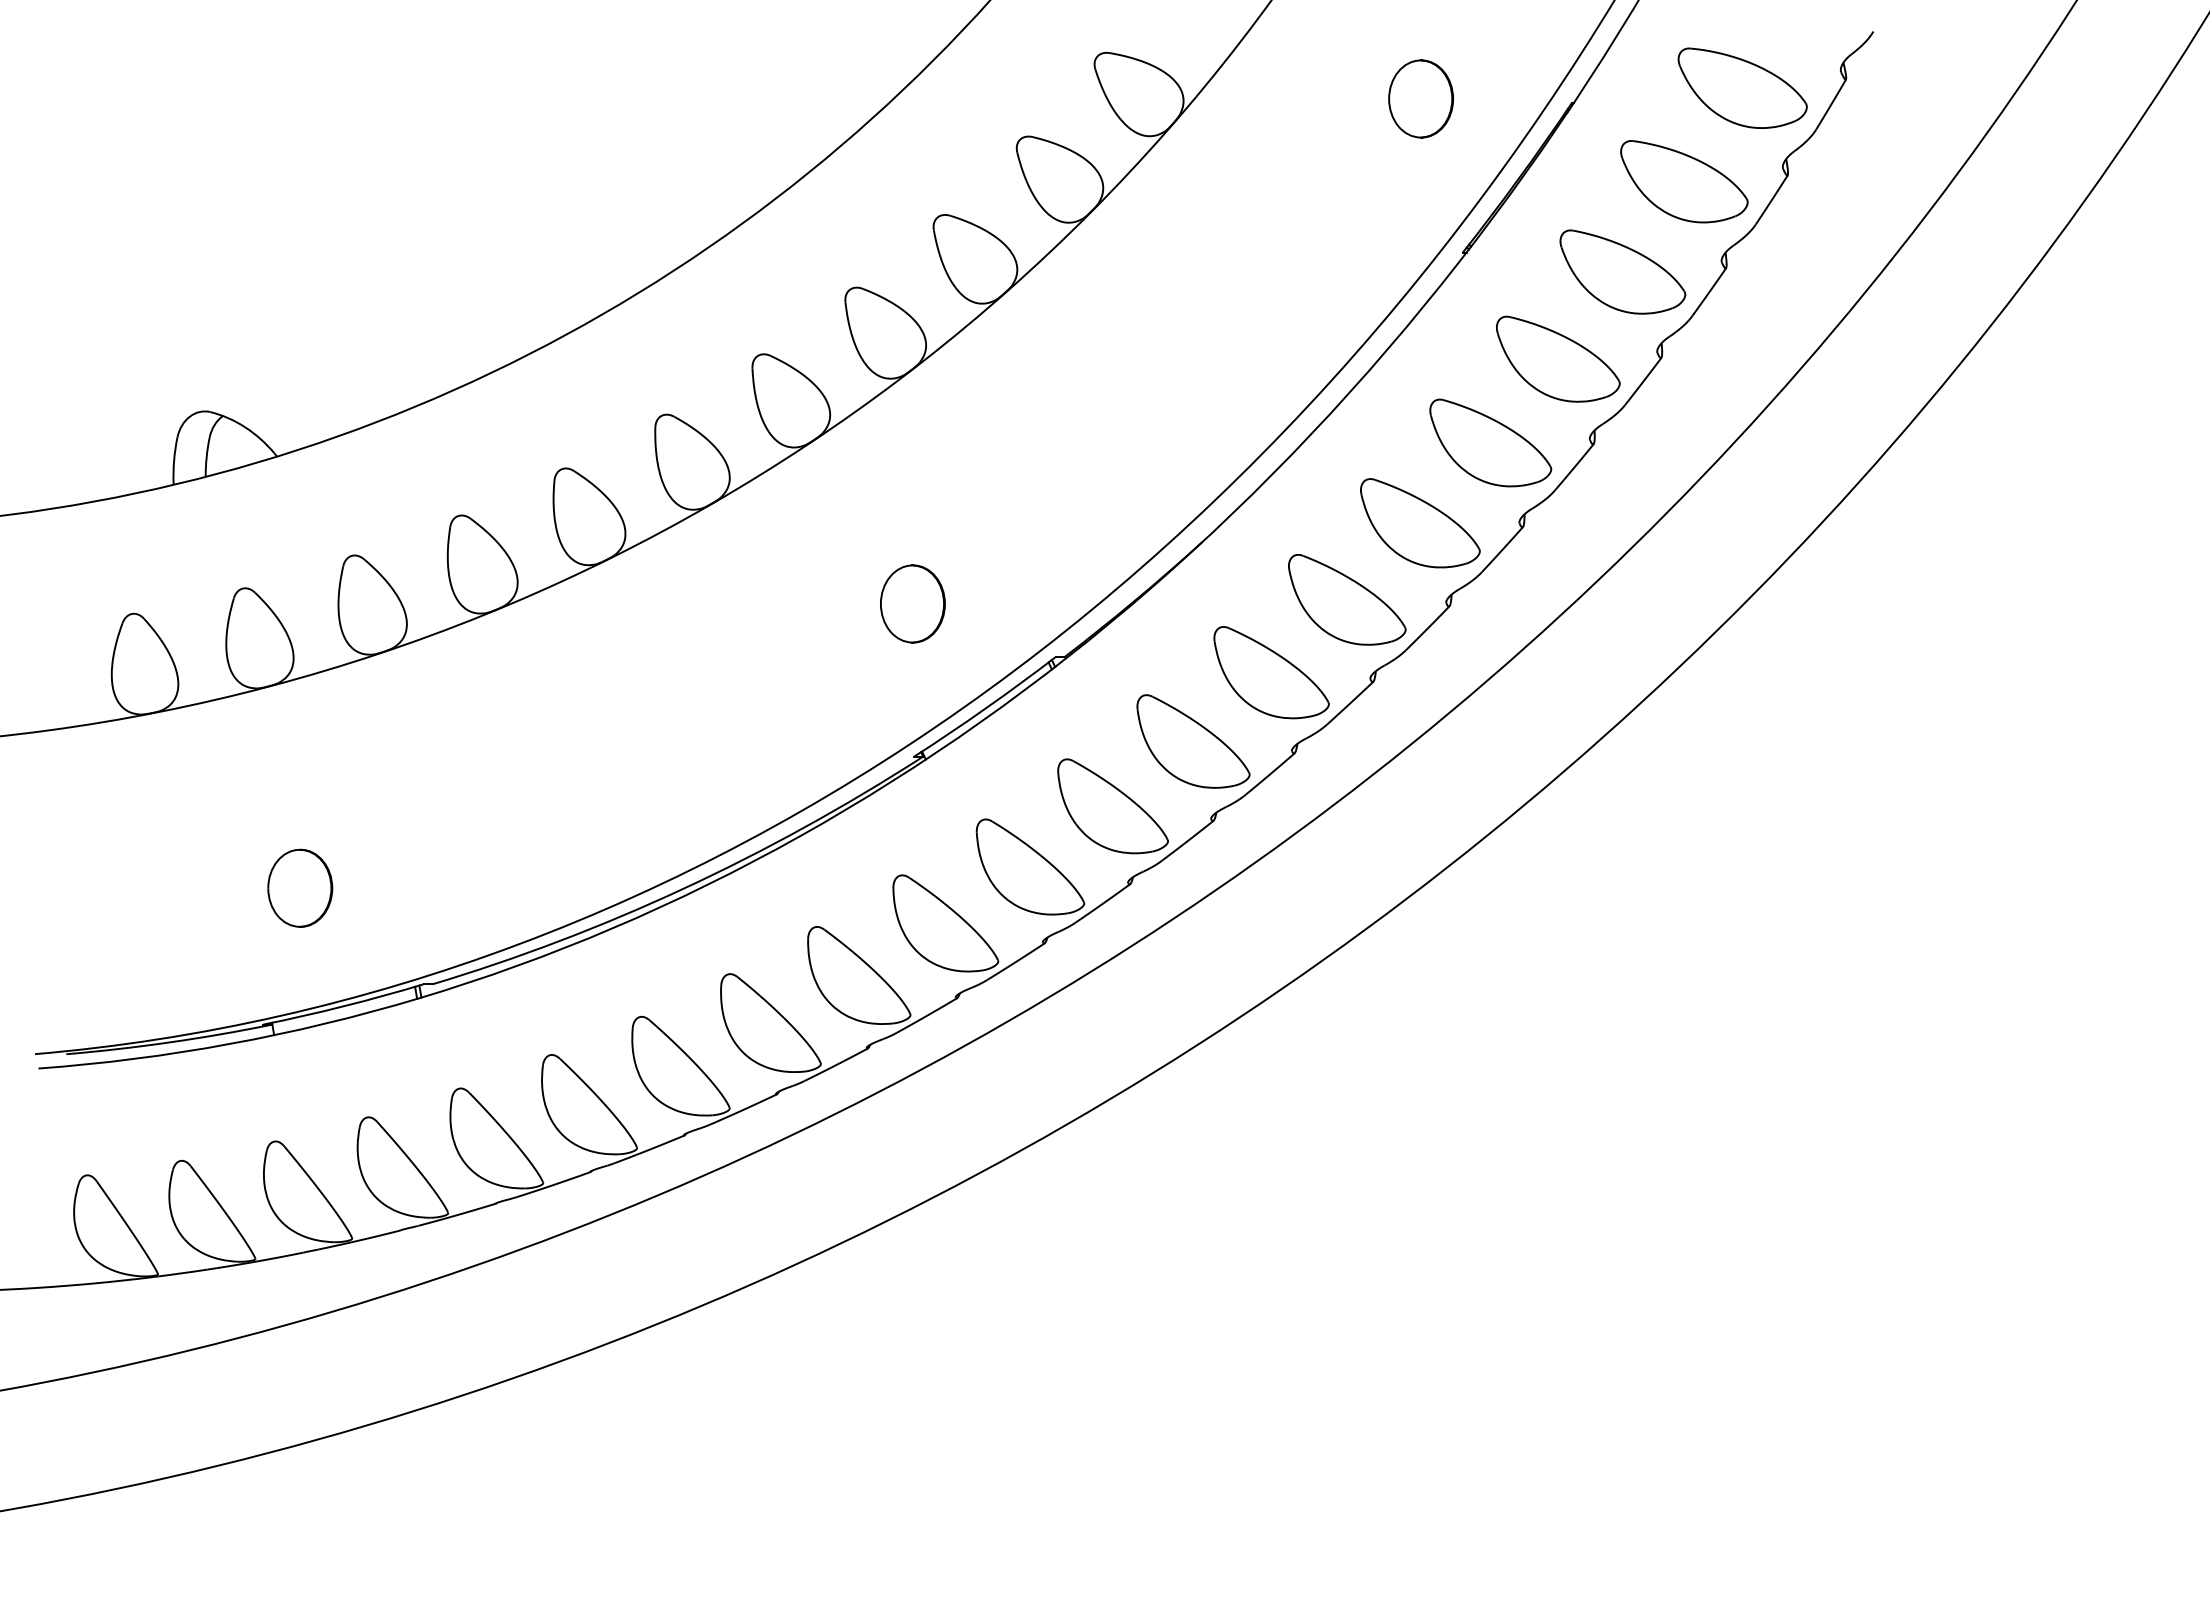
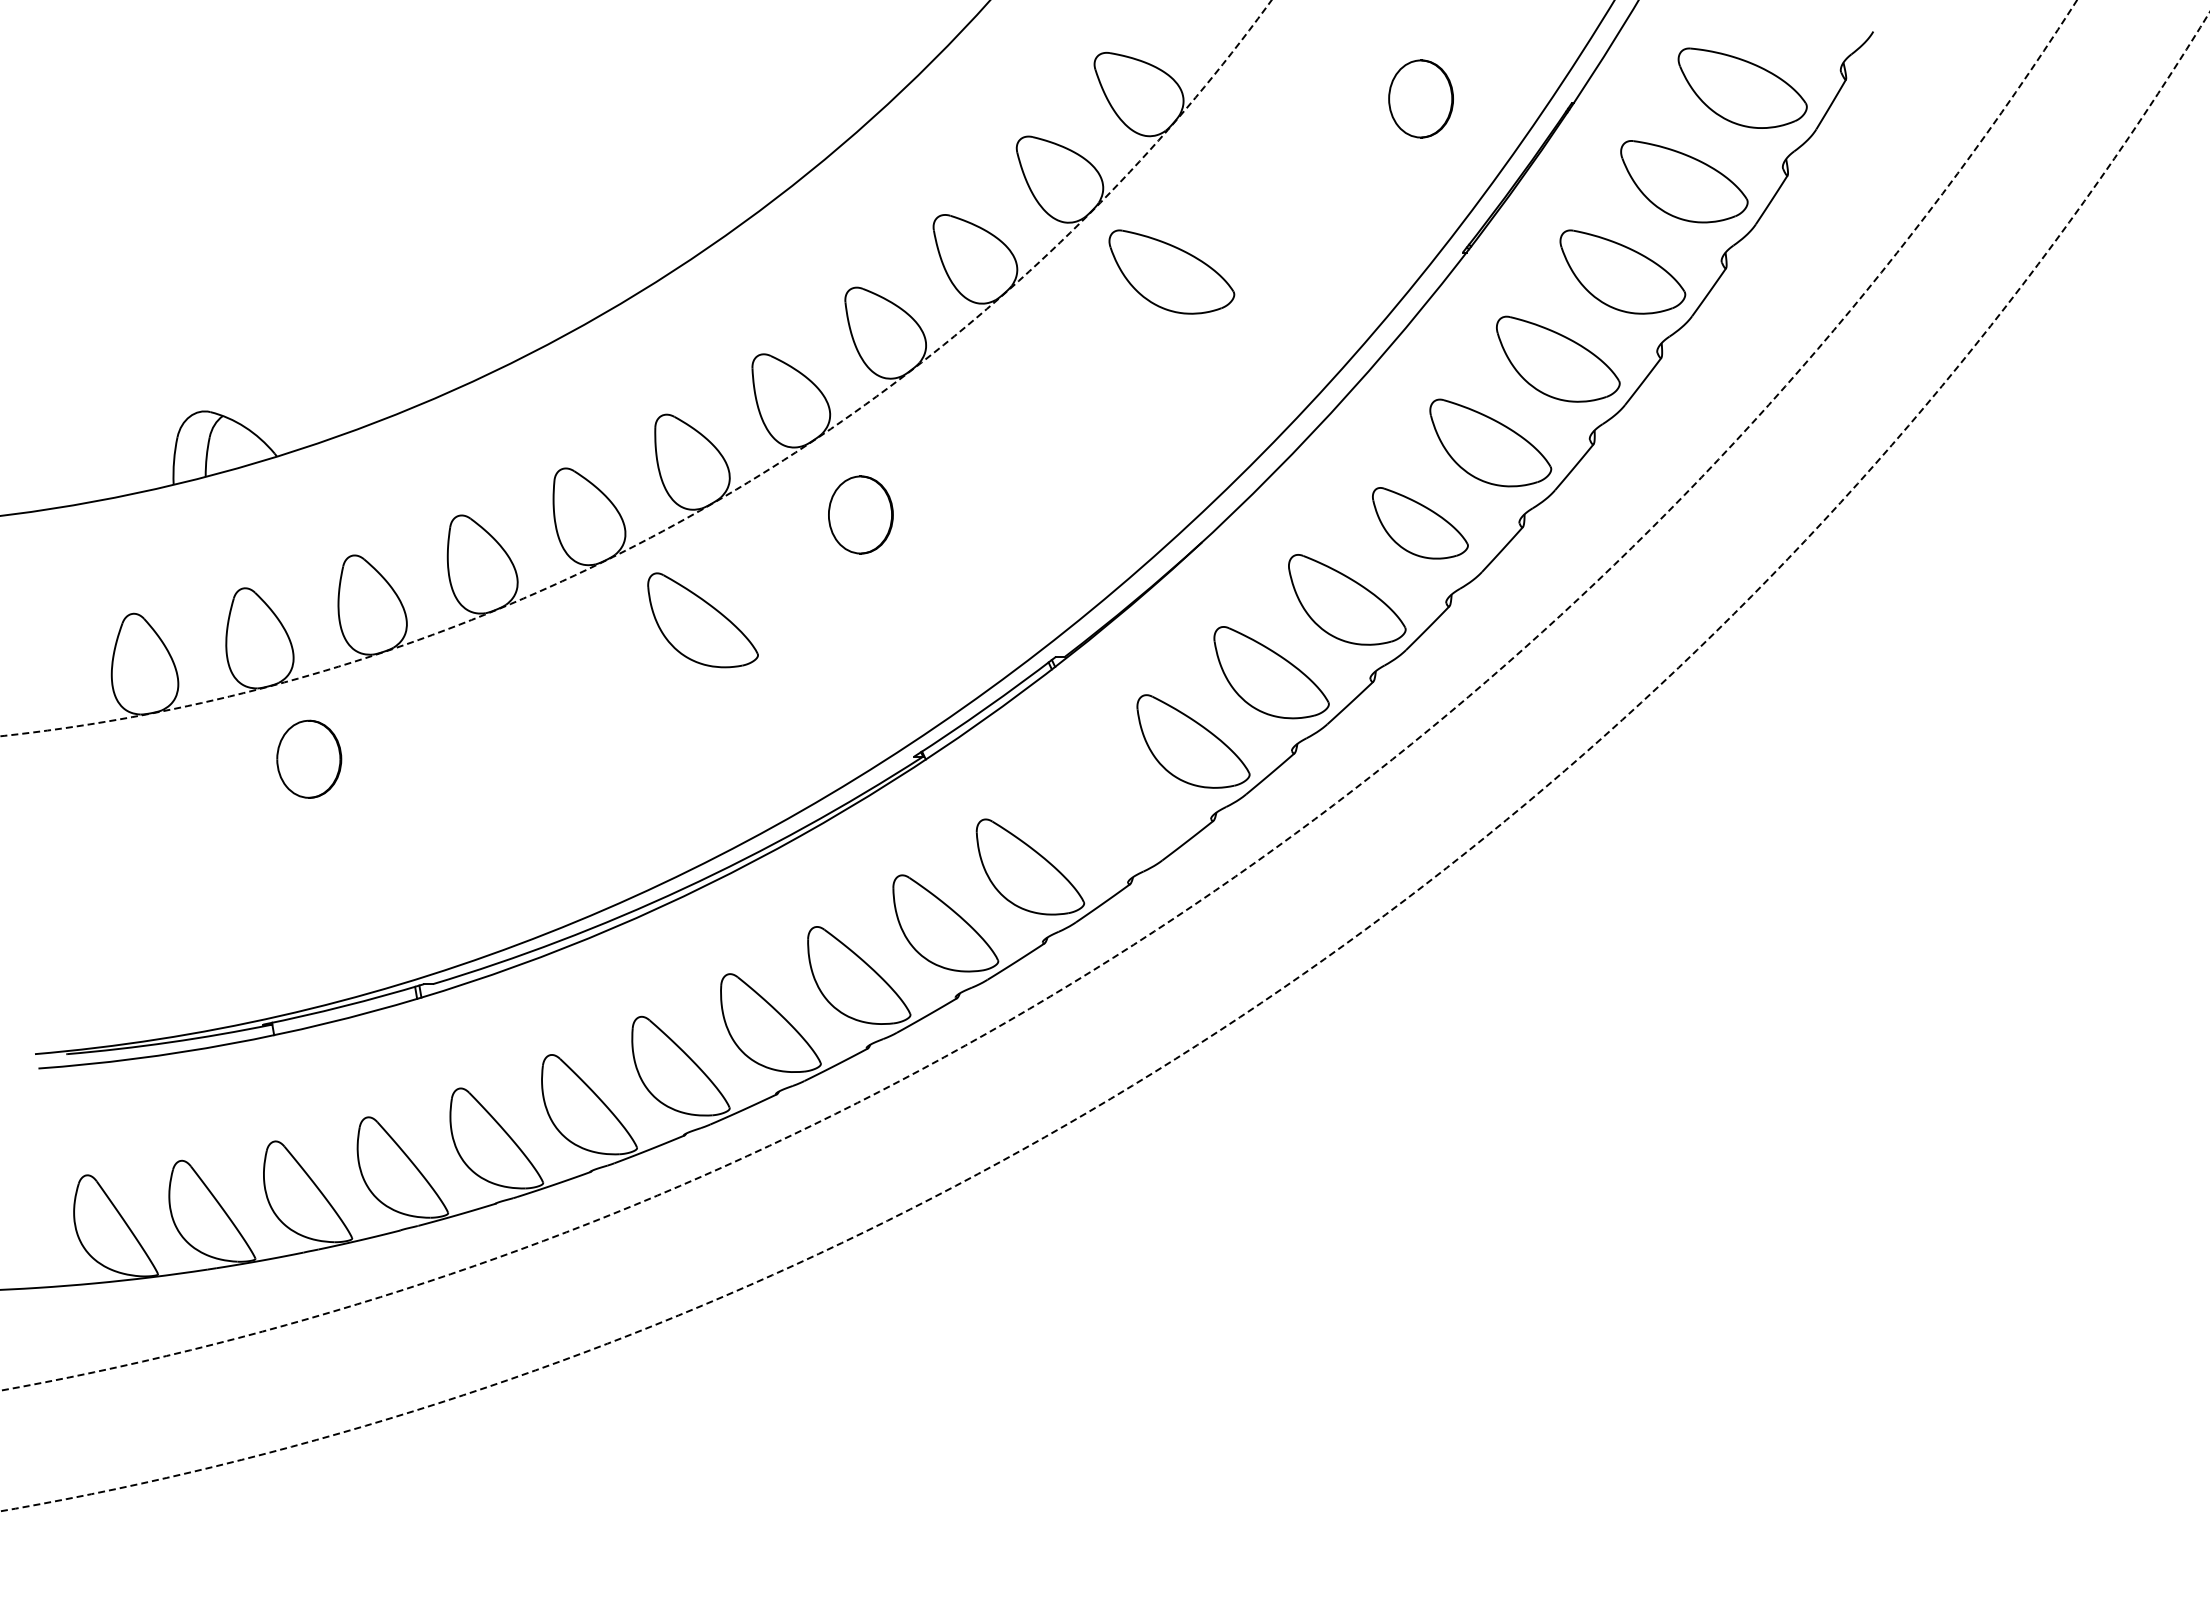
part at (1171, 271): none -> present
arc at (713, 502): solid -> dashed
part at (1420, 523) size: 121x91 px -> 97x73 px
part at (912, 603) position: (912, 603) -> (860, 514)
part at (1112, 806) position: (1112, 806) -> (702, 620)
part at (300, 887) position: (300, 887) -> (309, 758)
arc at (1185, 910): solid -> dashed
arc at (1268, 998): solid -> dashed
